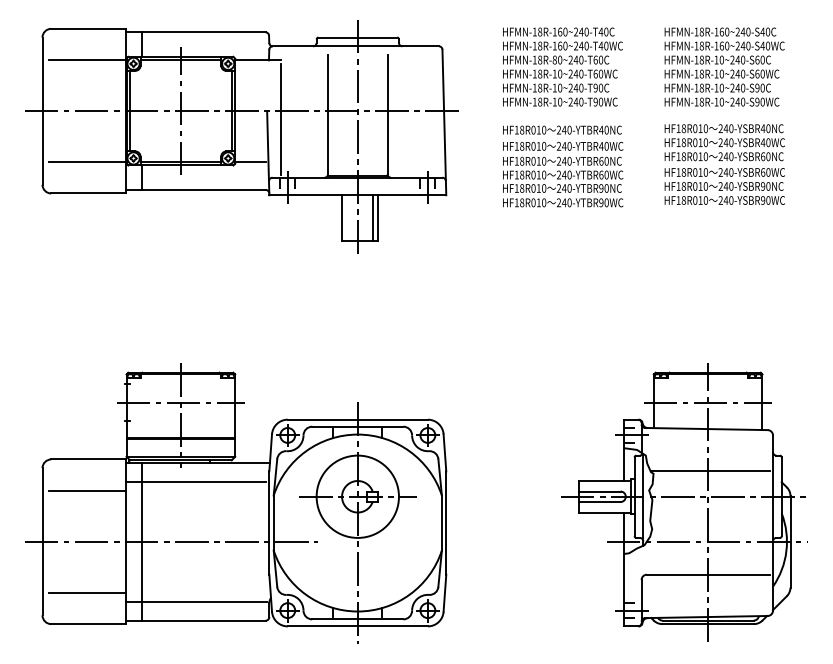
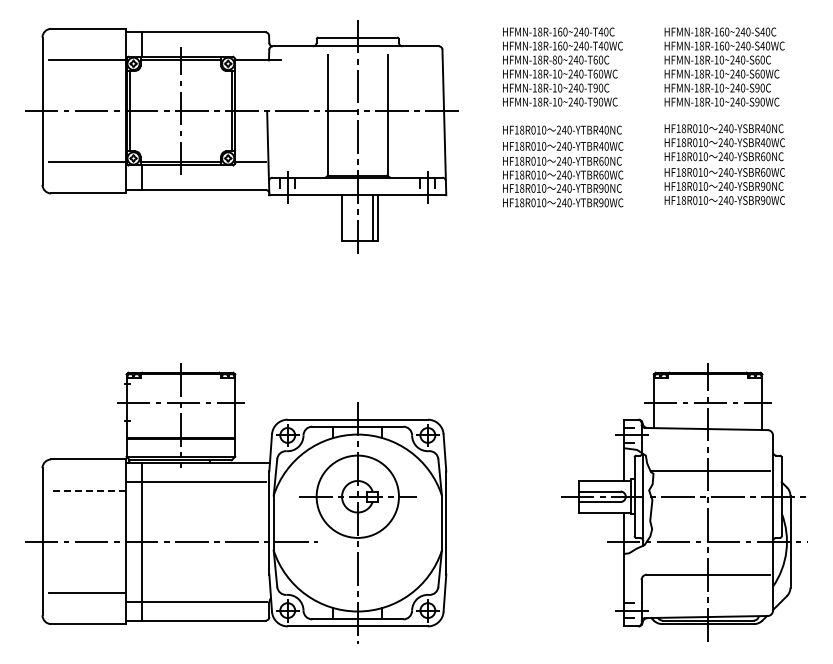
line at (281, 119): present -> none
line at (87, 490): solid -> dashed
